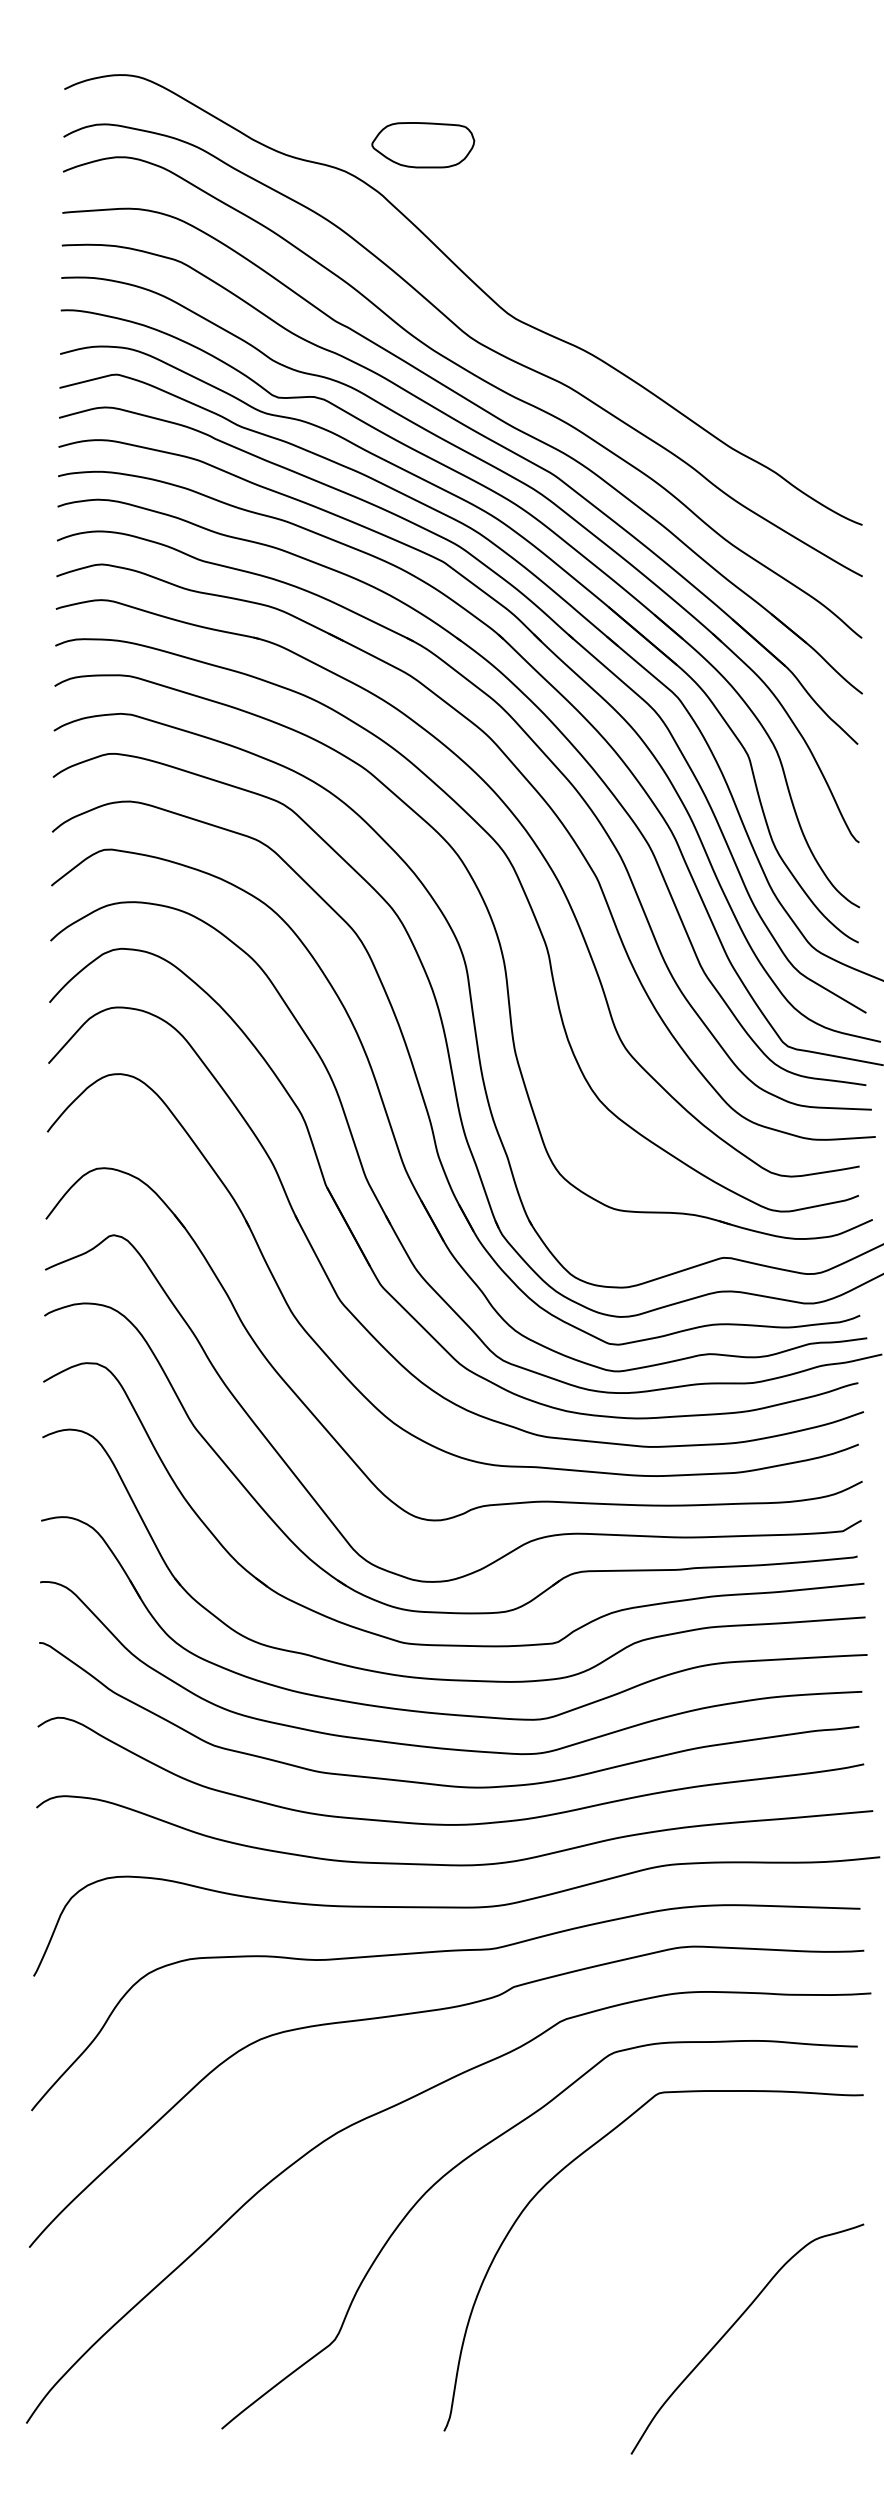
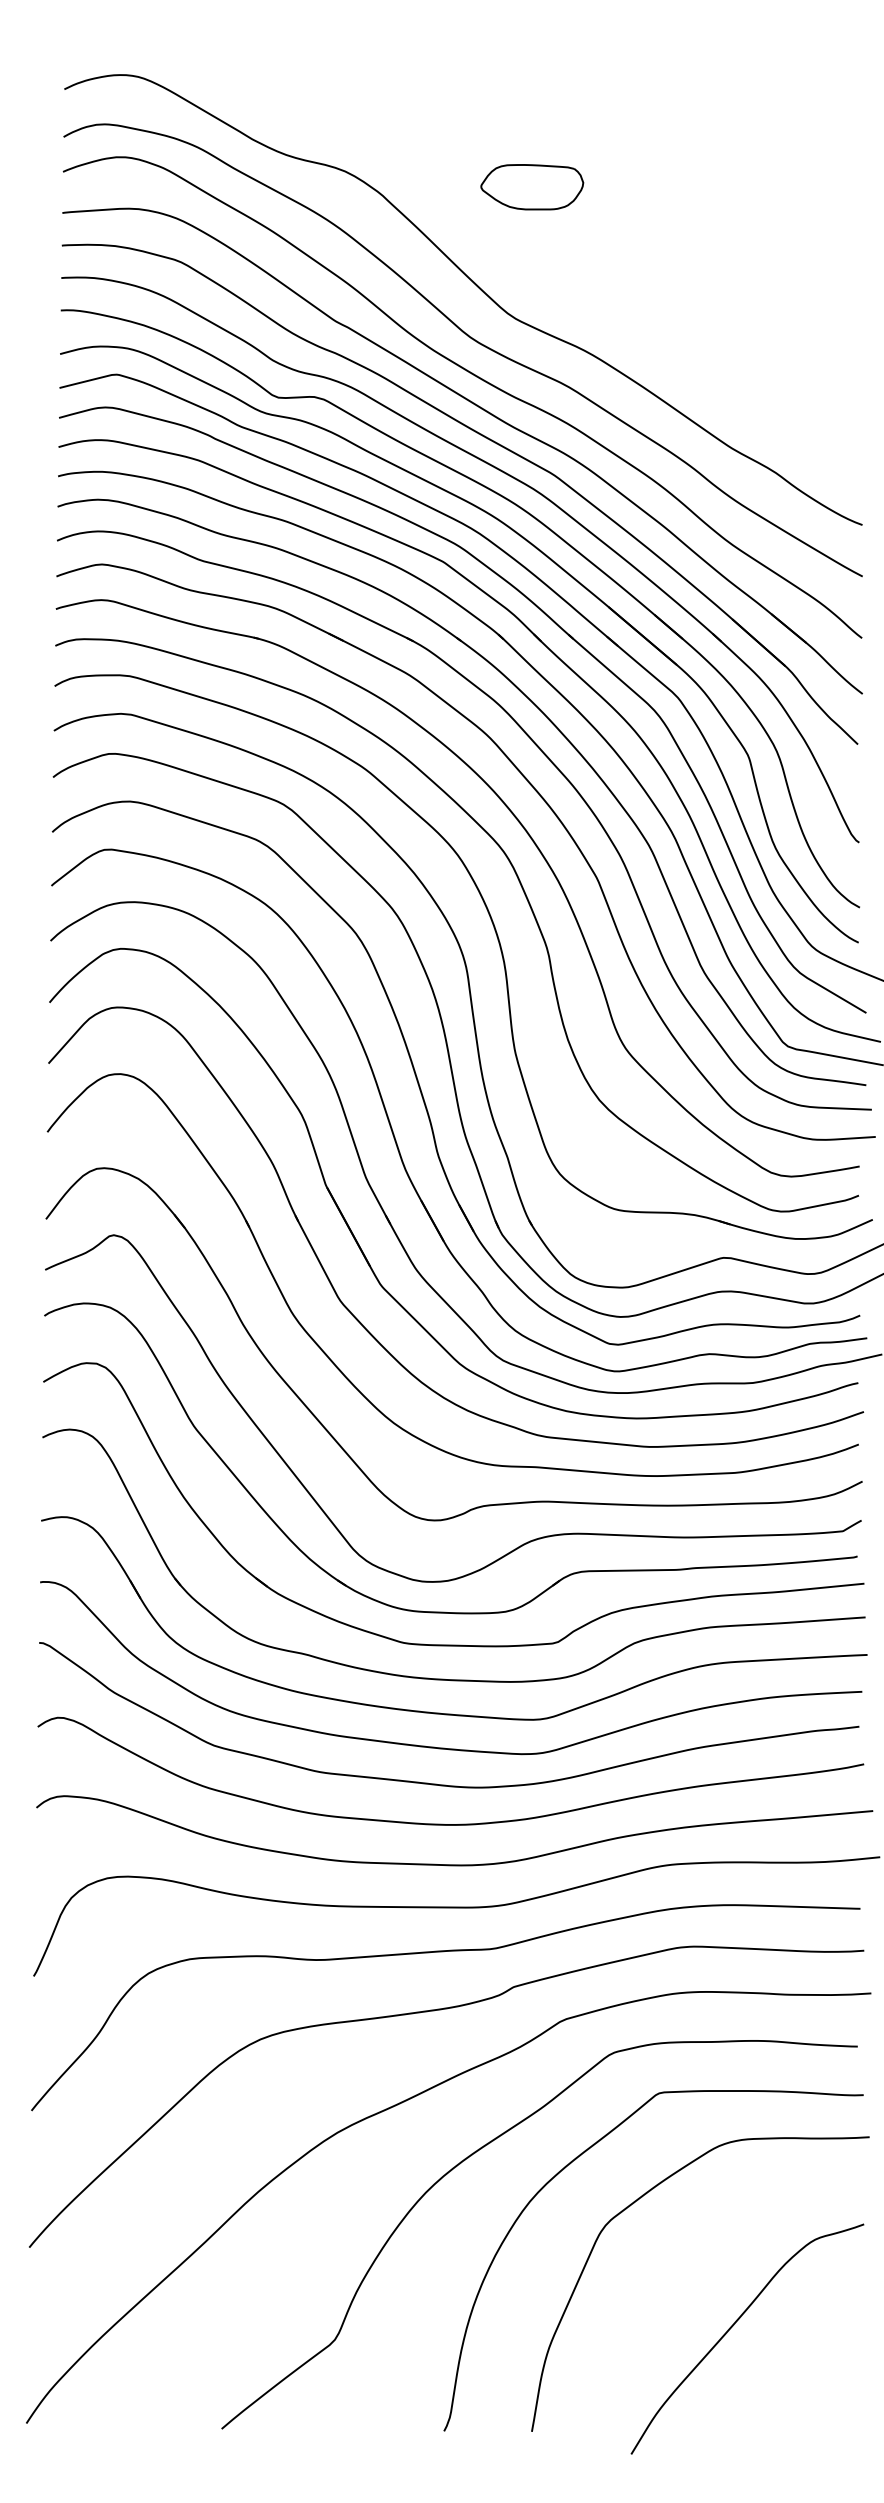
part at (423, 145) position: (423, 145) -> (532, 187)
curve at (638, 2200): none -> present
